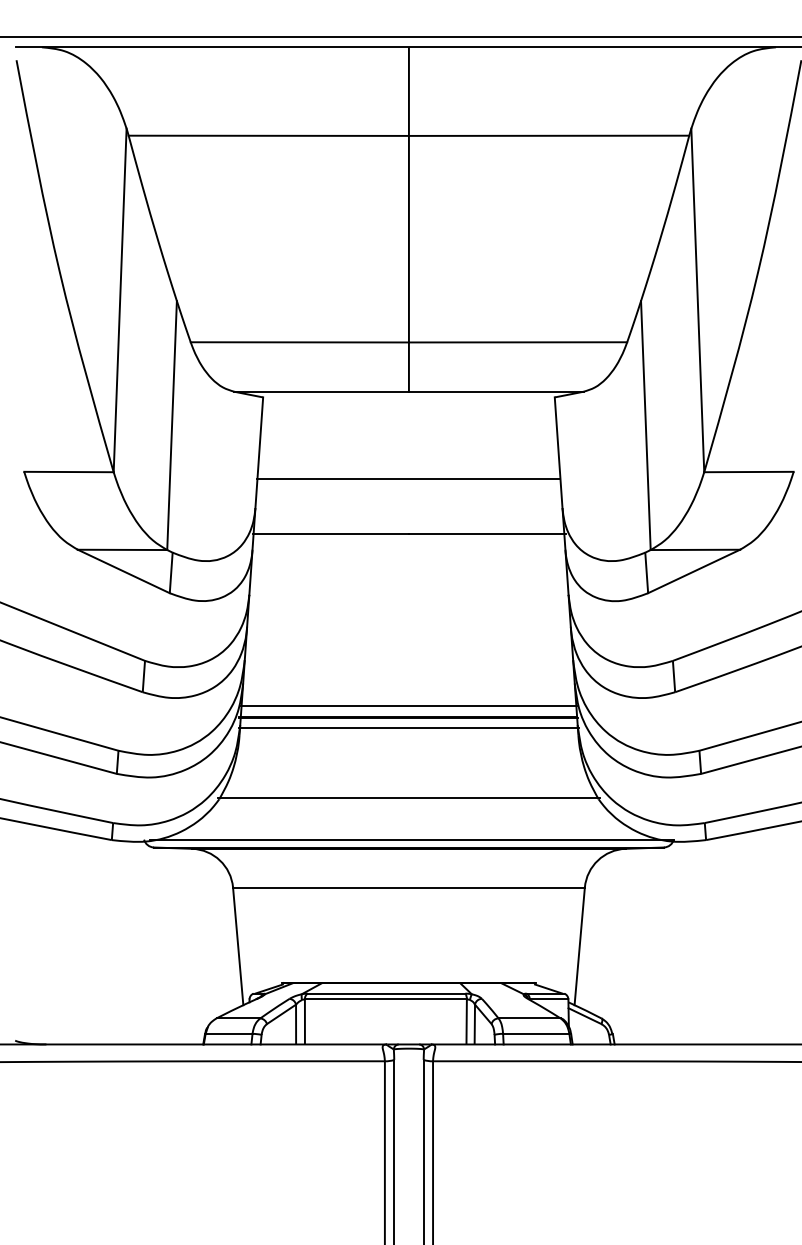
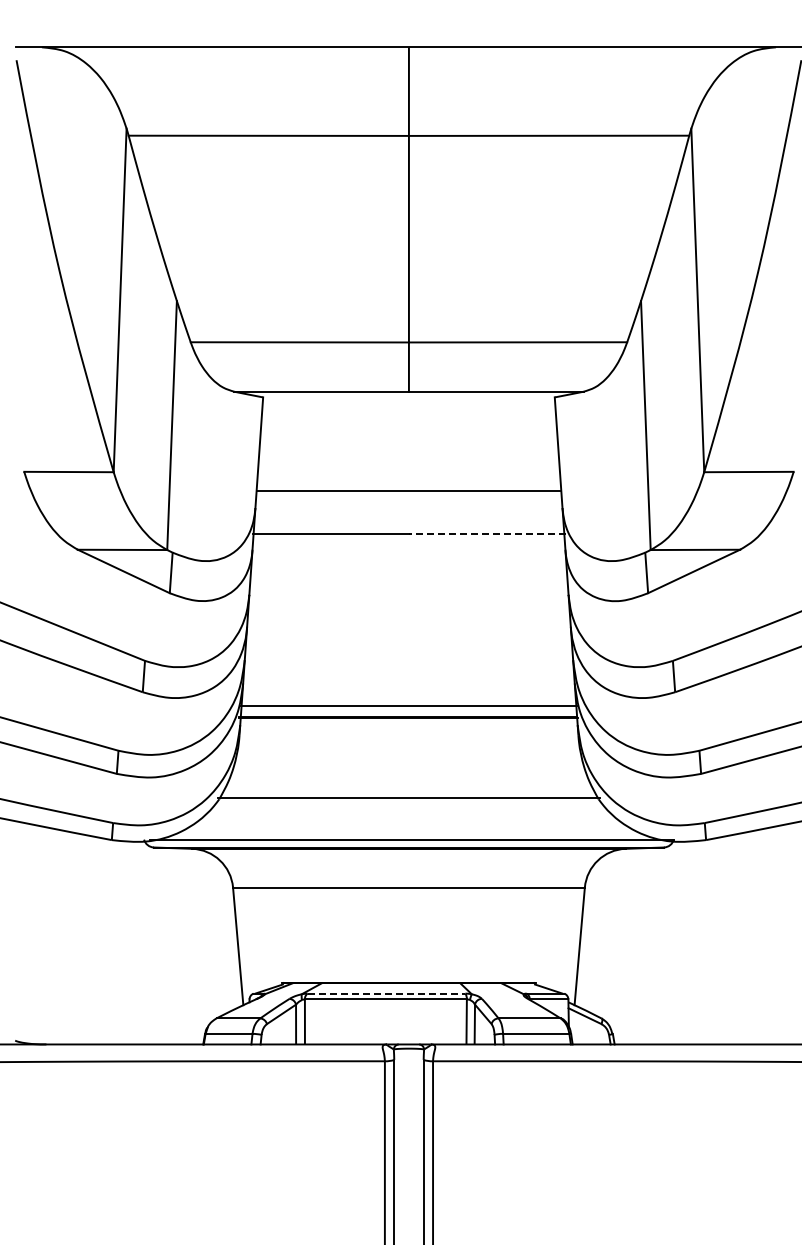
line at (400, 37): present -> none
line at (408, 478) position: (408, 478) -> (408, 490)
line at (487, 534): solid -> dashed
line at (408, 728): present -> none
line at (386, 993): solid -> dashed
